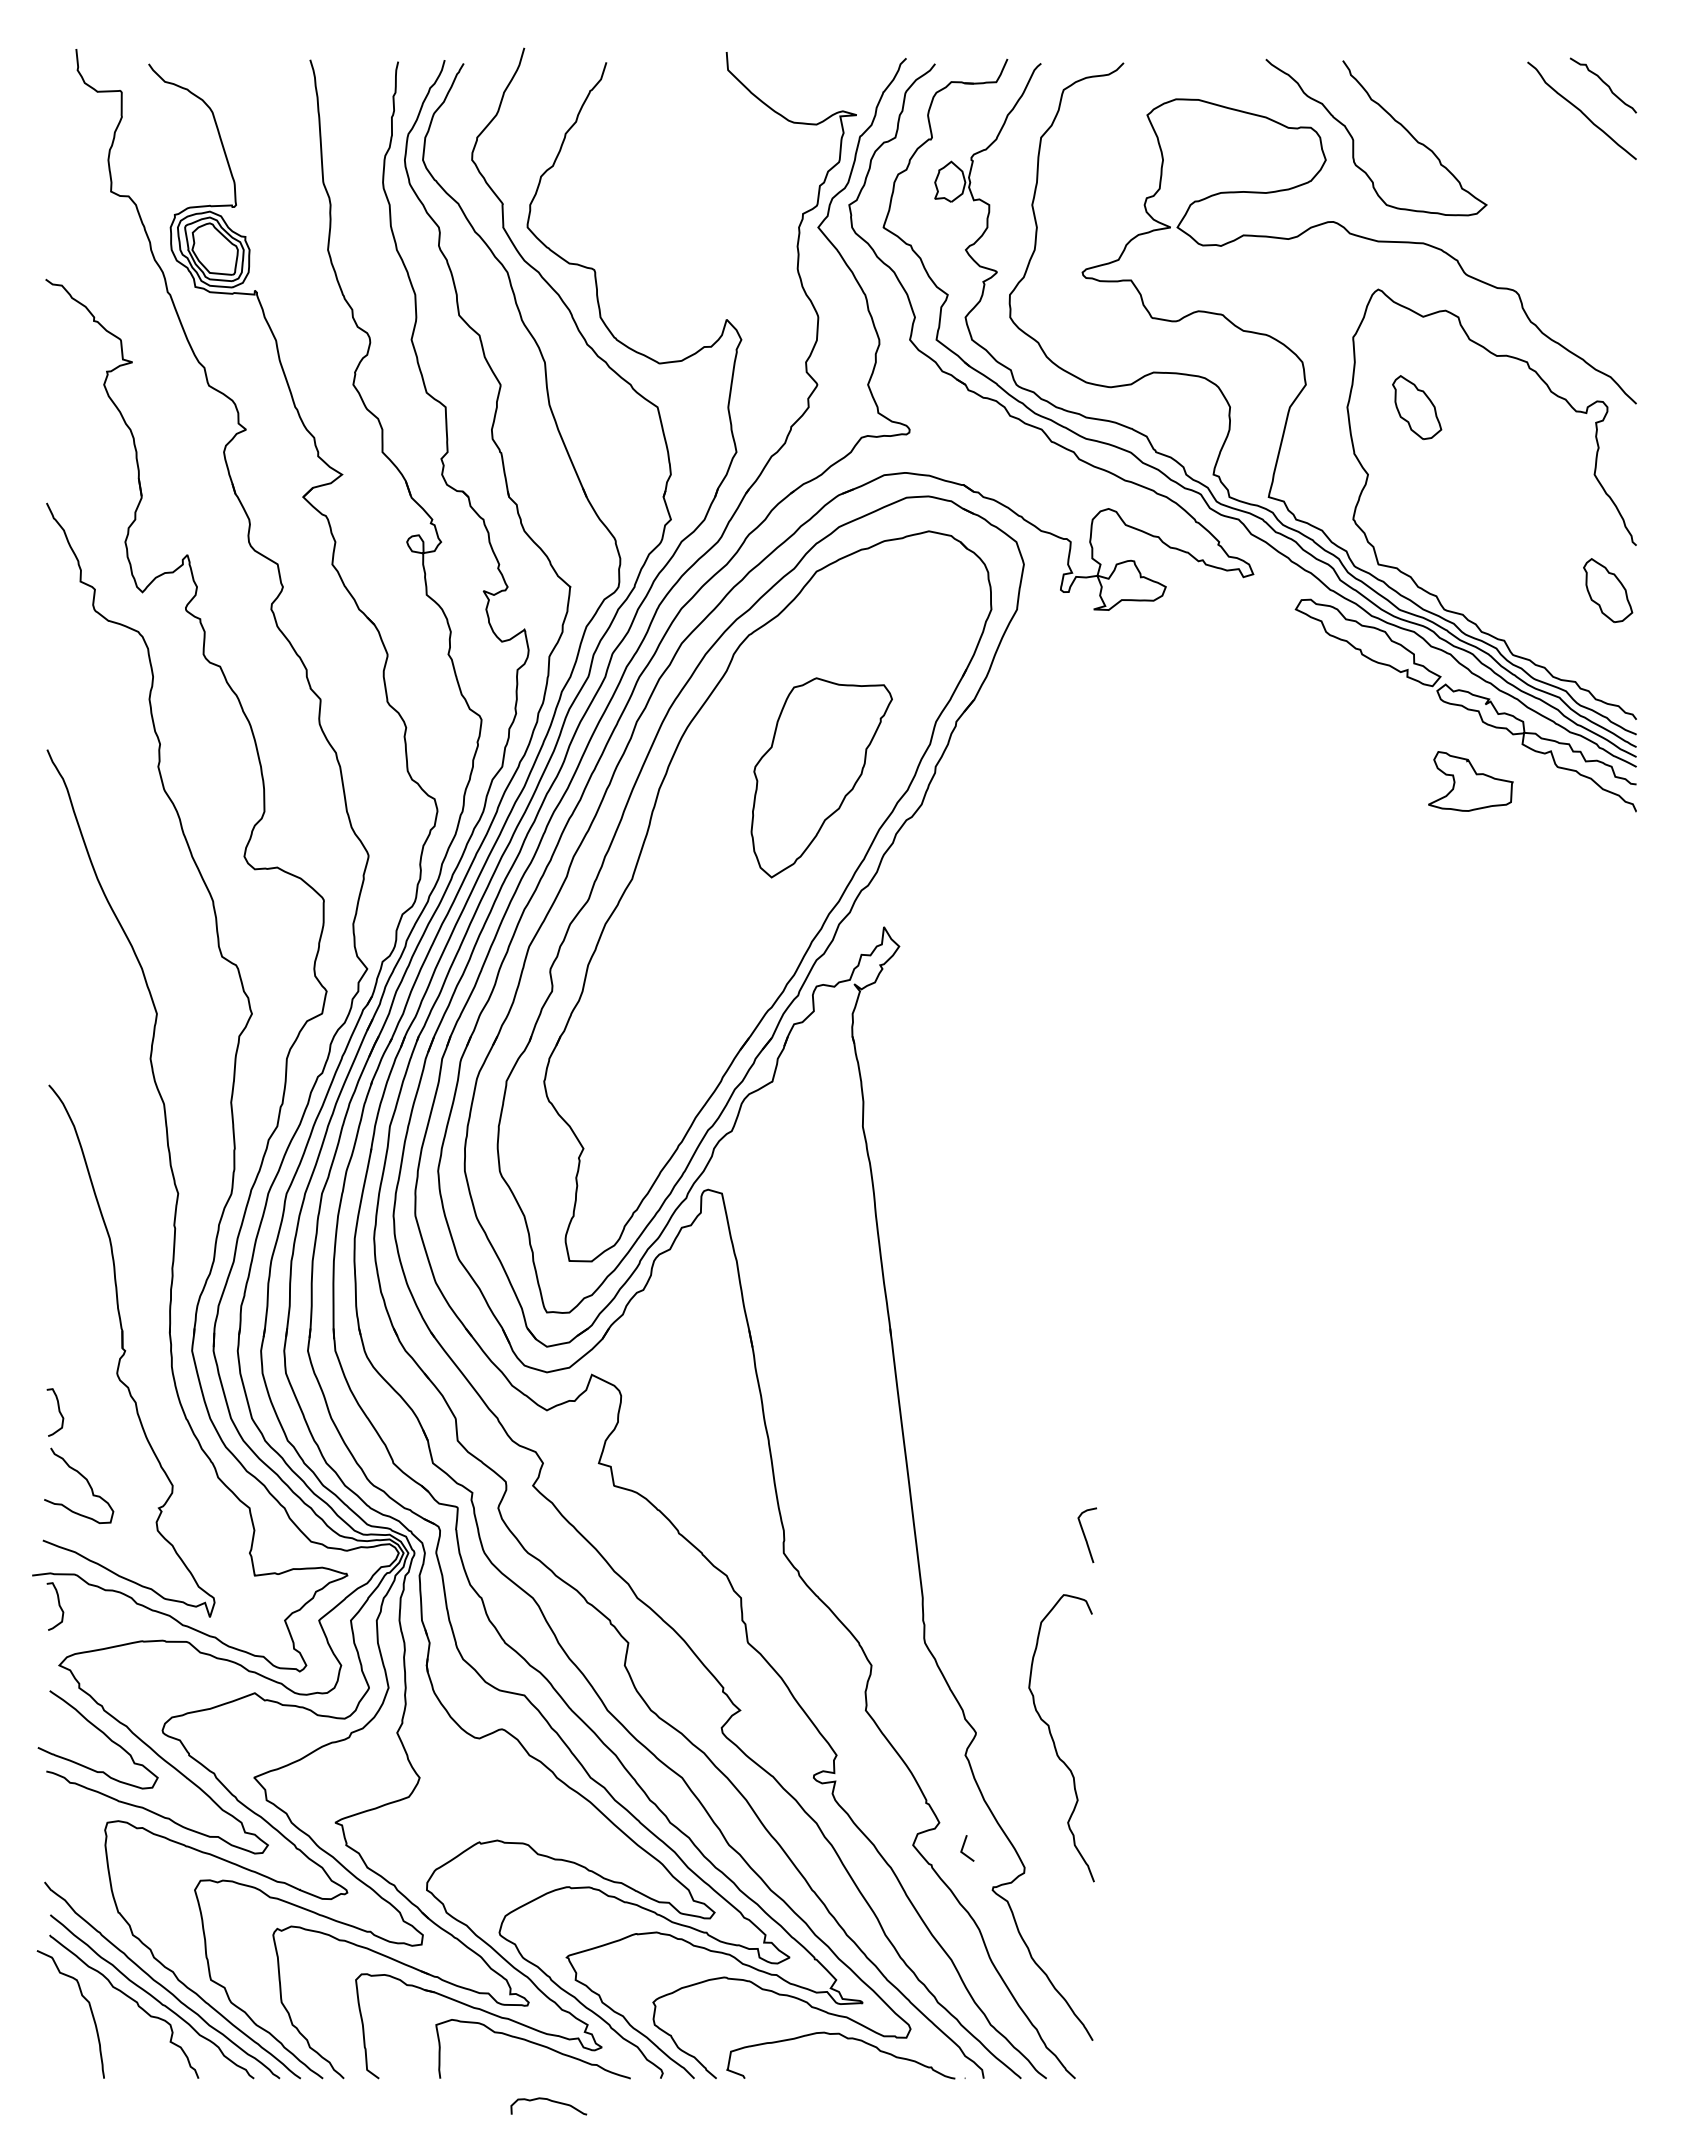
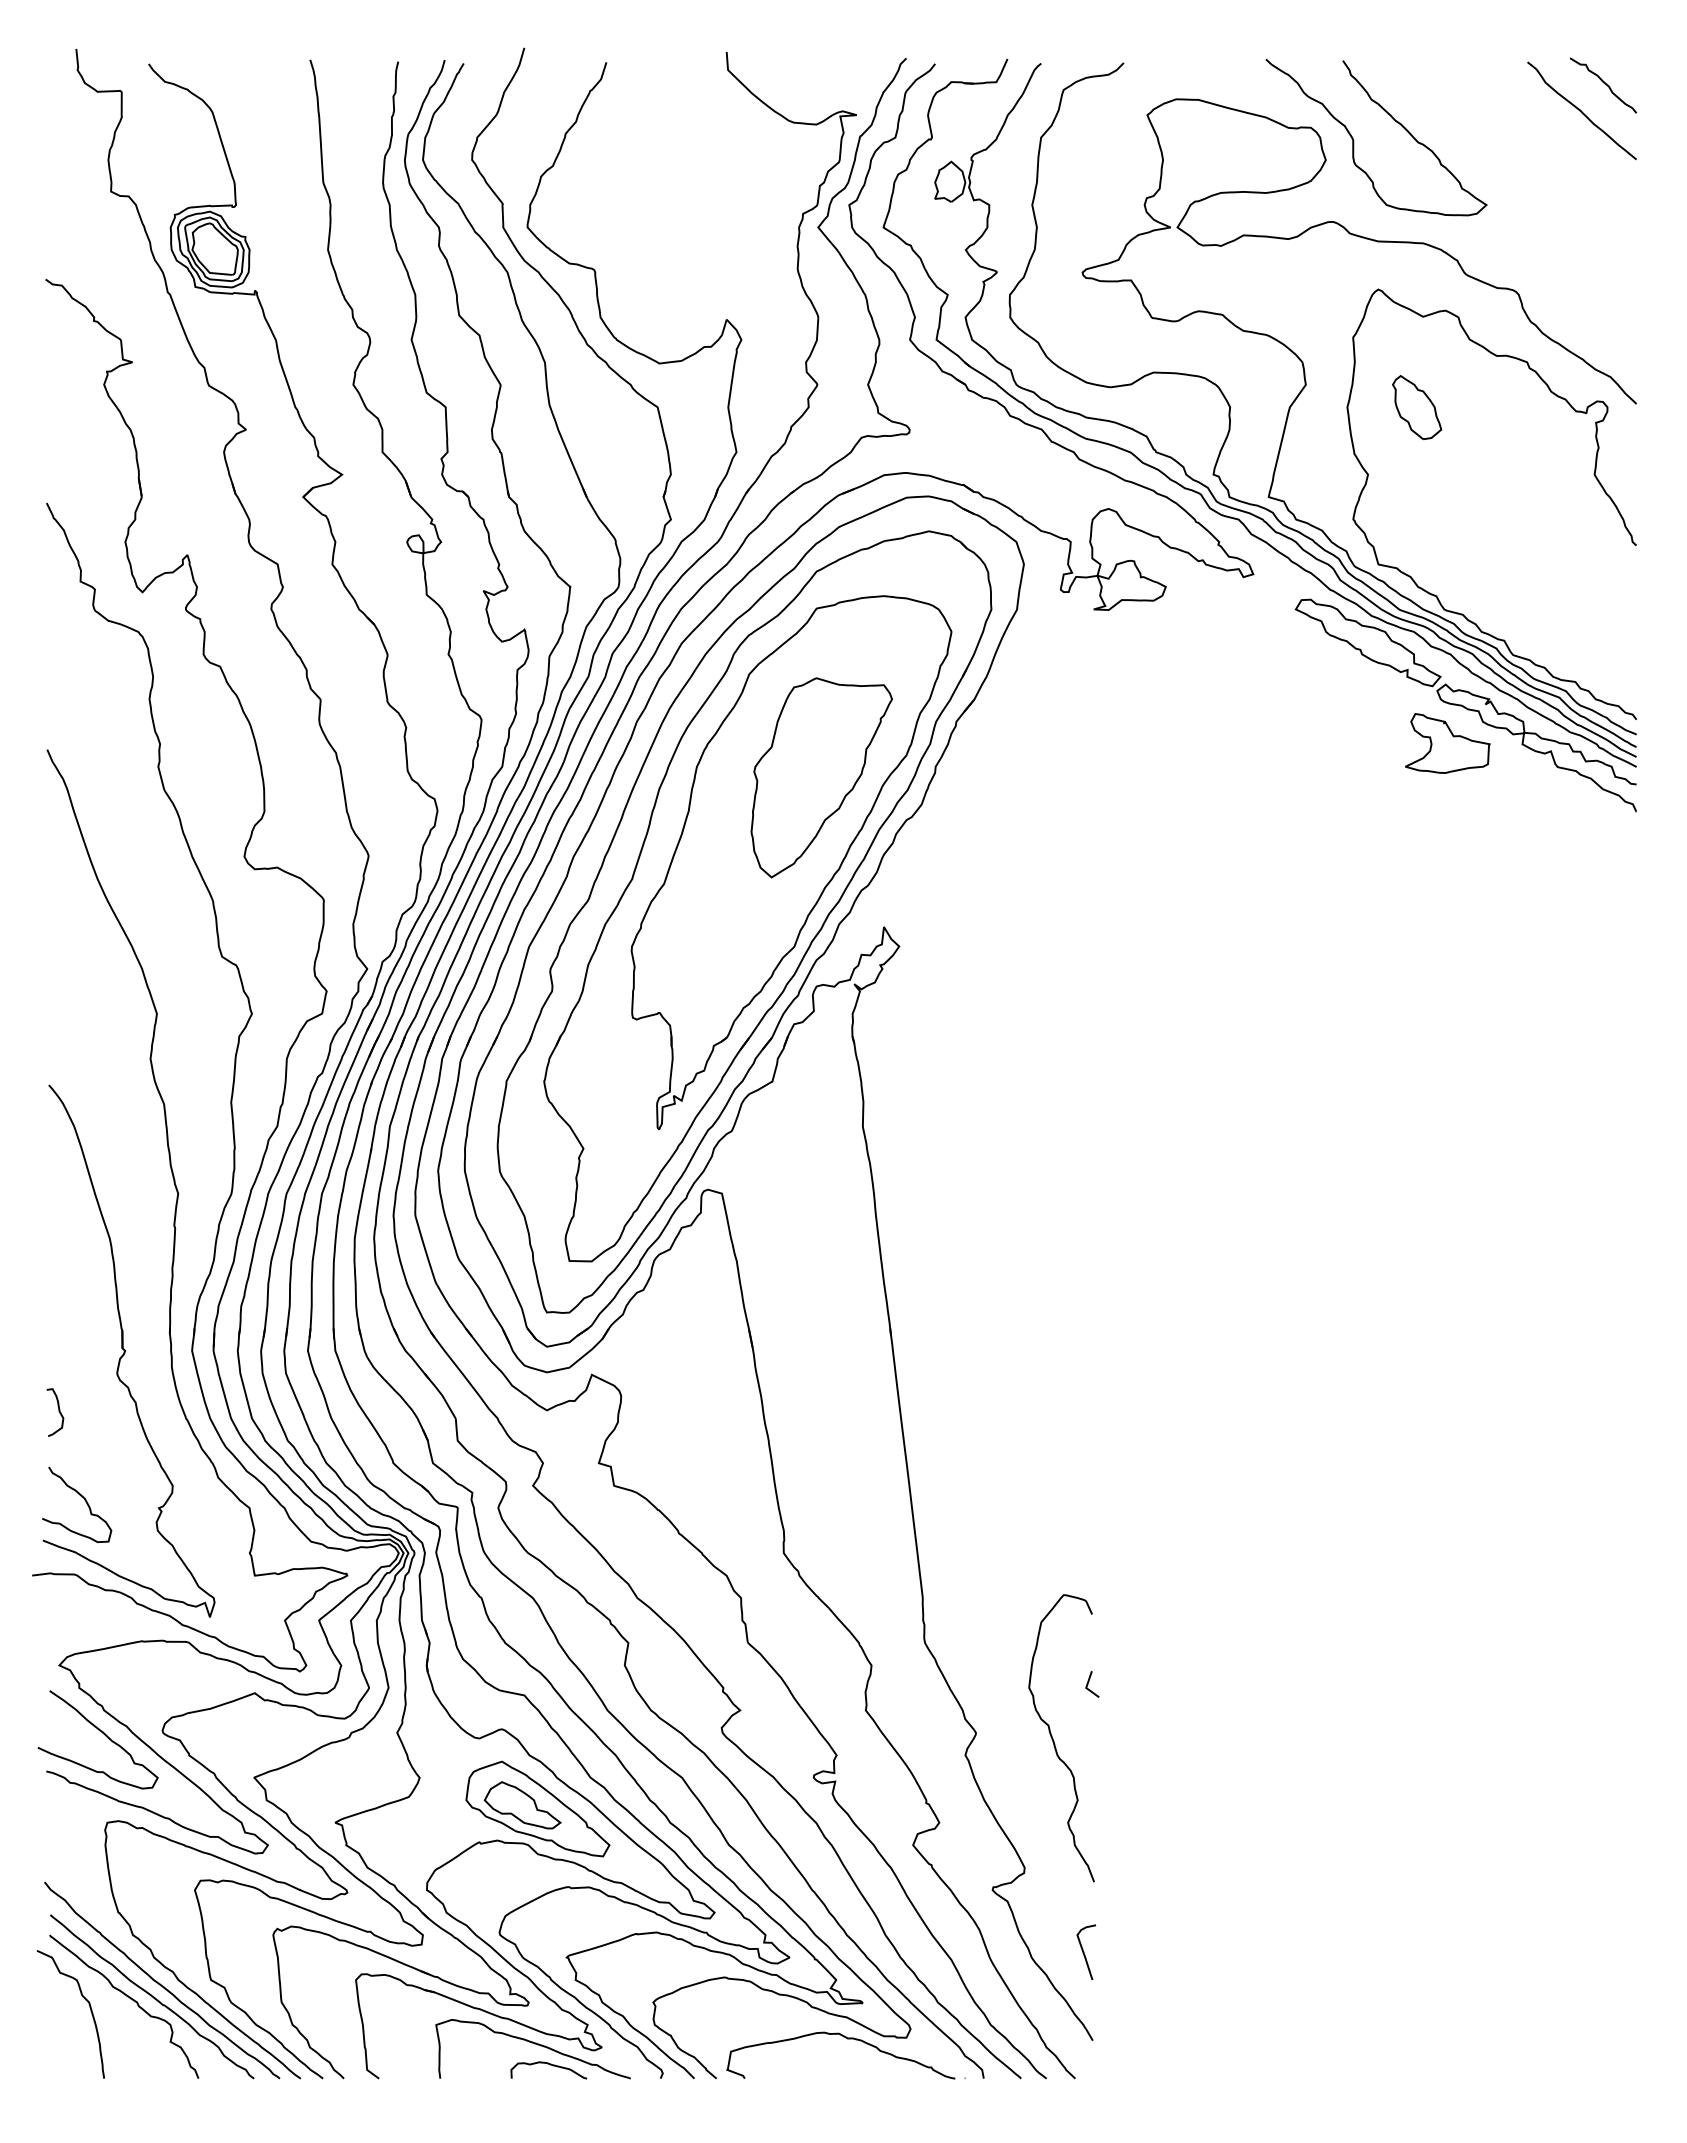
part at (1608, 590): present -> none
part at (1470, 781) position: (1470, 781) -> (1447, 743)
part at (791, 862): none -> present
curve at (86, 1481) position: (86, 1481) -> (84, 1500)
curve at (1085, 1535) position: (1085, 1535) -> (1084, 1952)
curve at (58, 1605): present -> none
part at (537, 1808): none -> present
line at (963, 1848) position: (963, 1848) -> (1088, 1684)
curve at (550, 2101) position: (550, 2101) -> (550, 2065)
